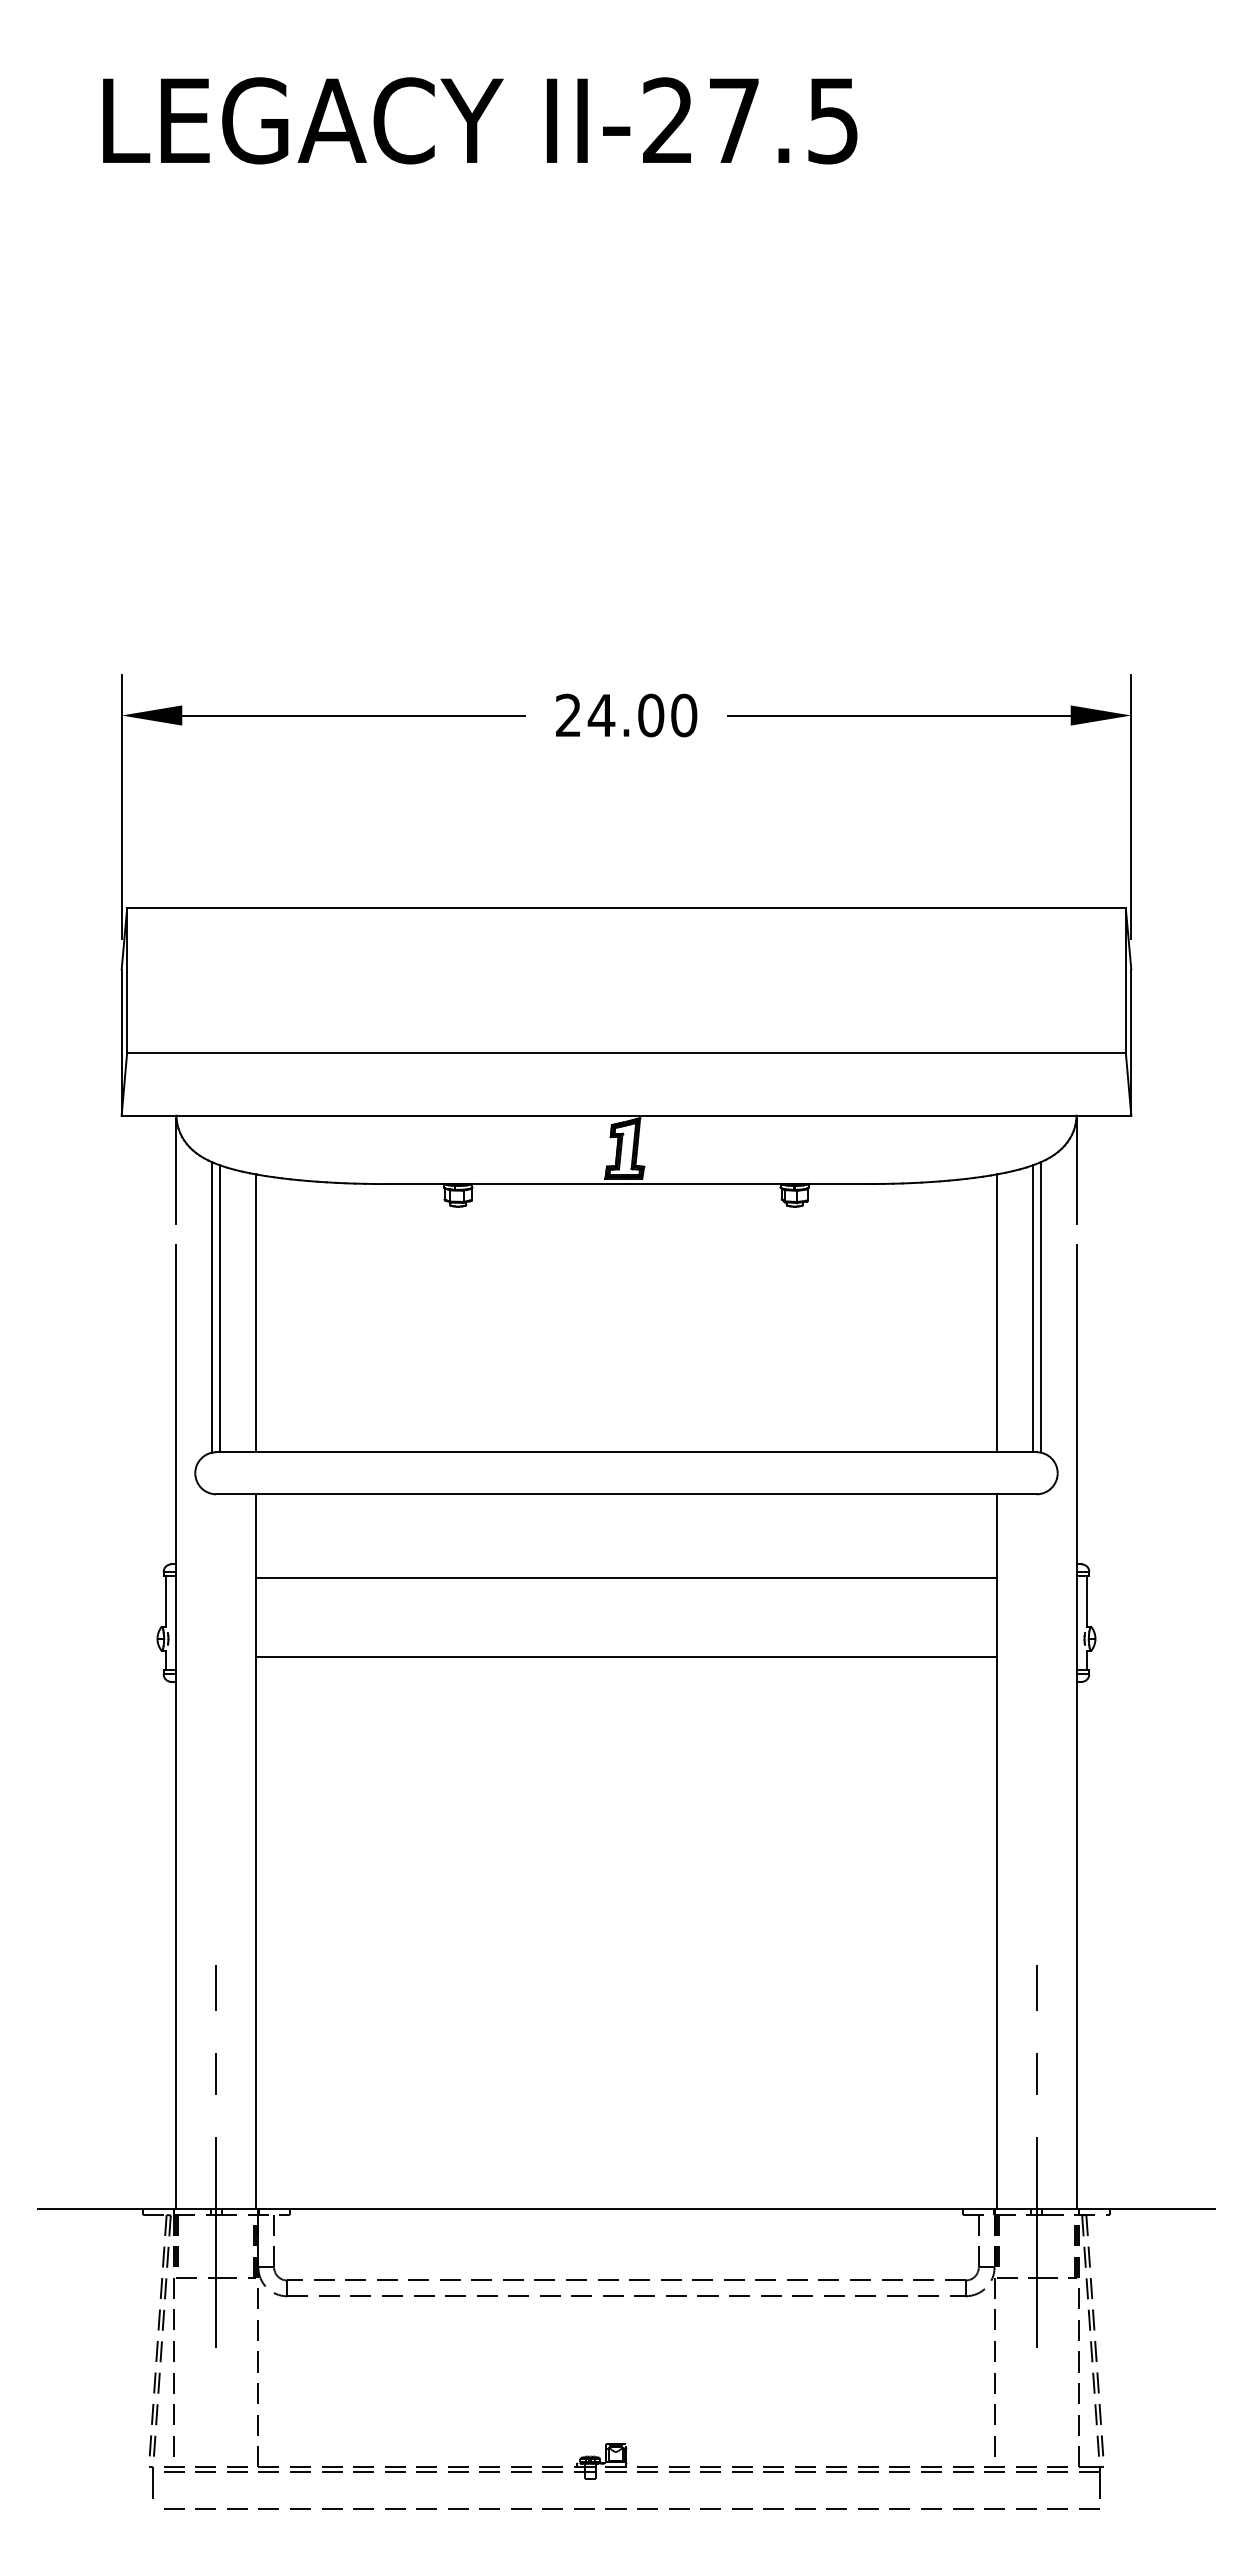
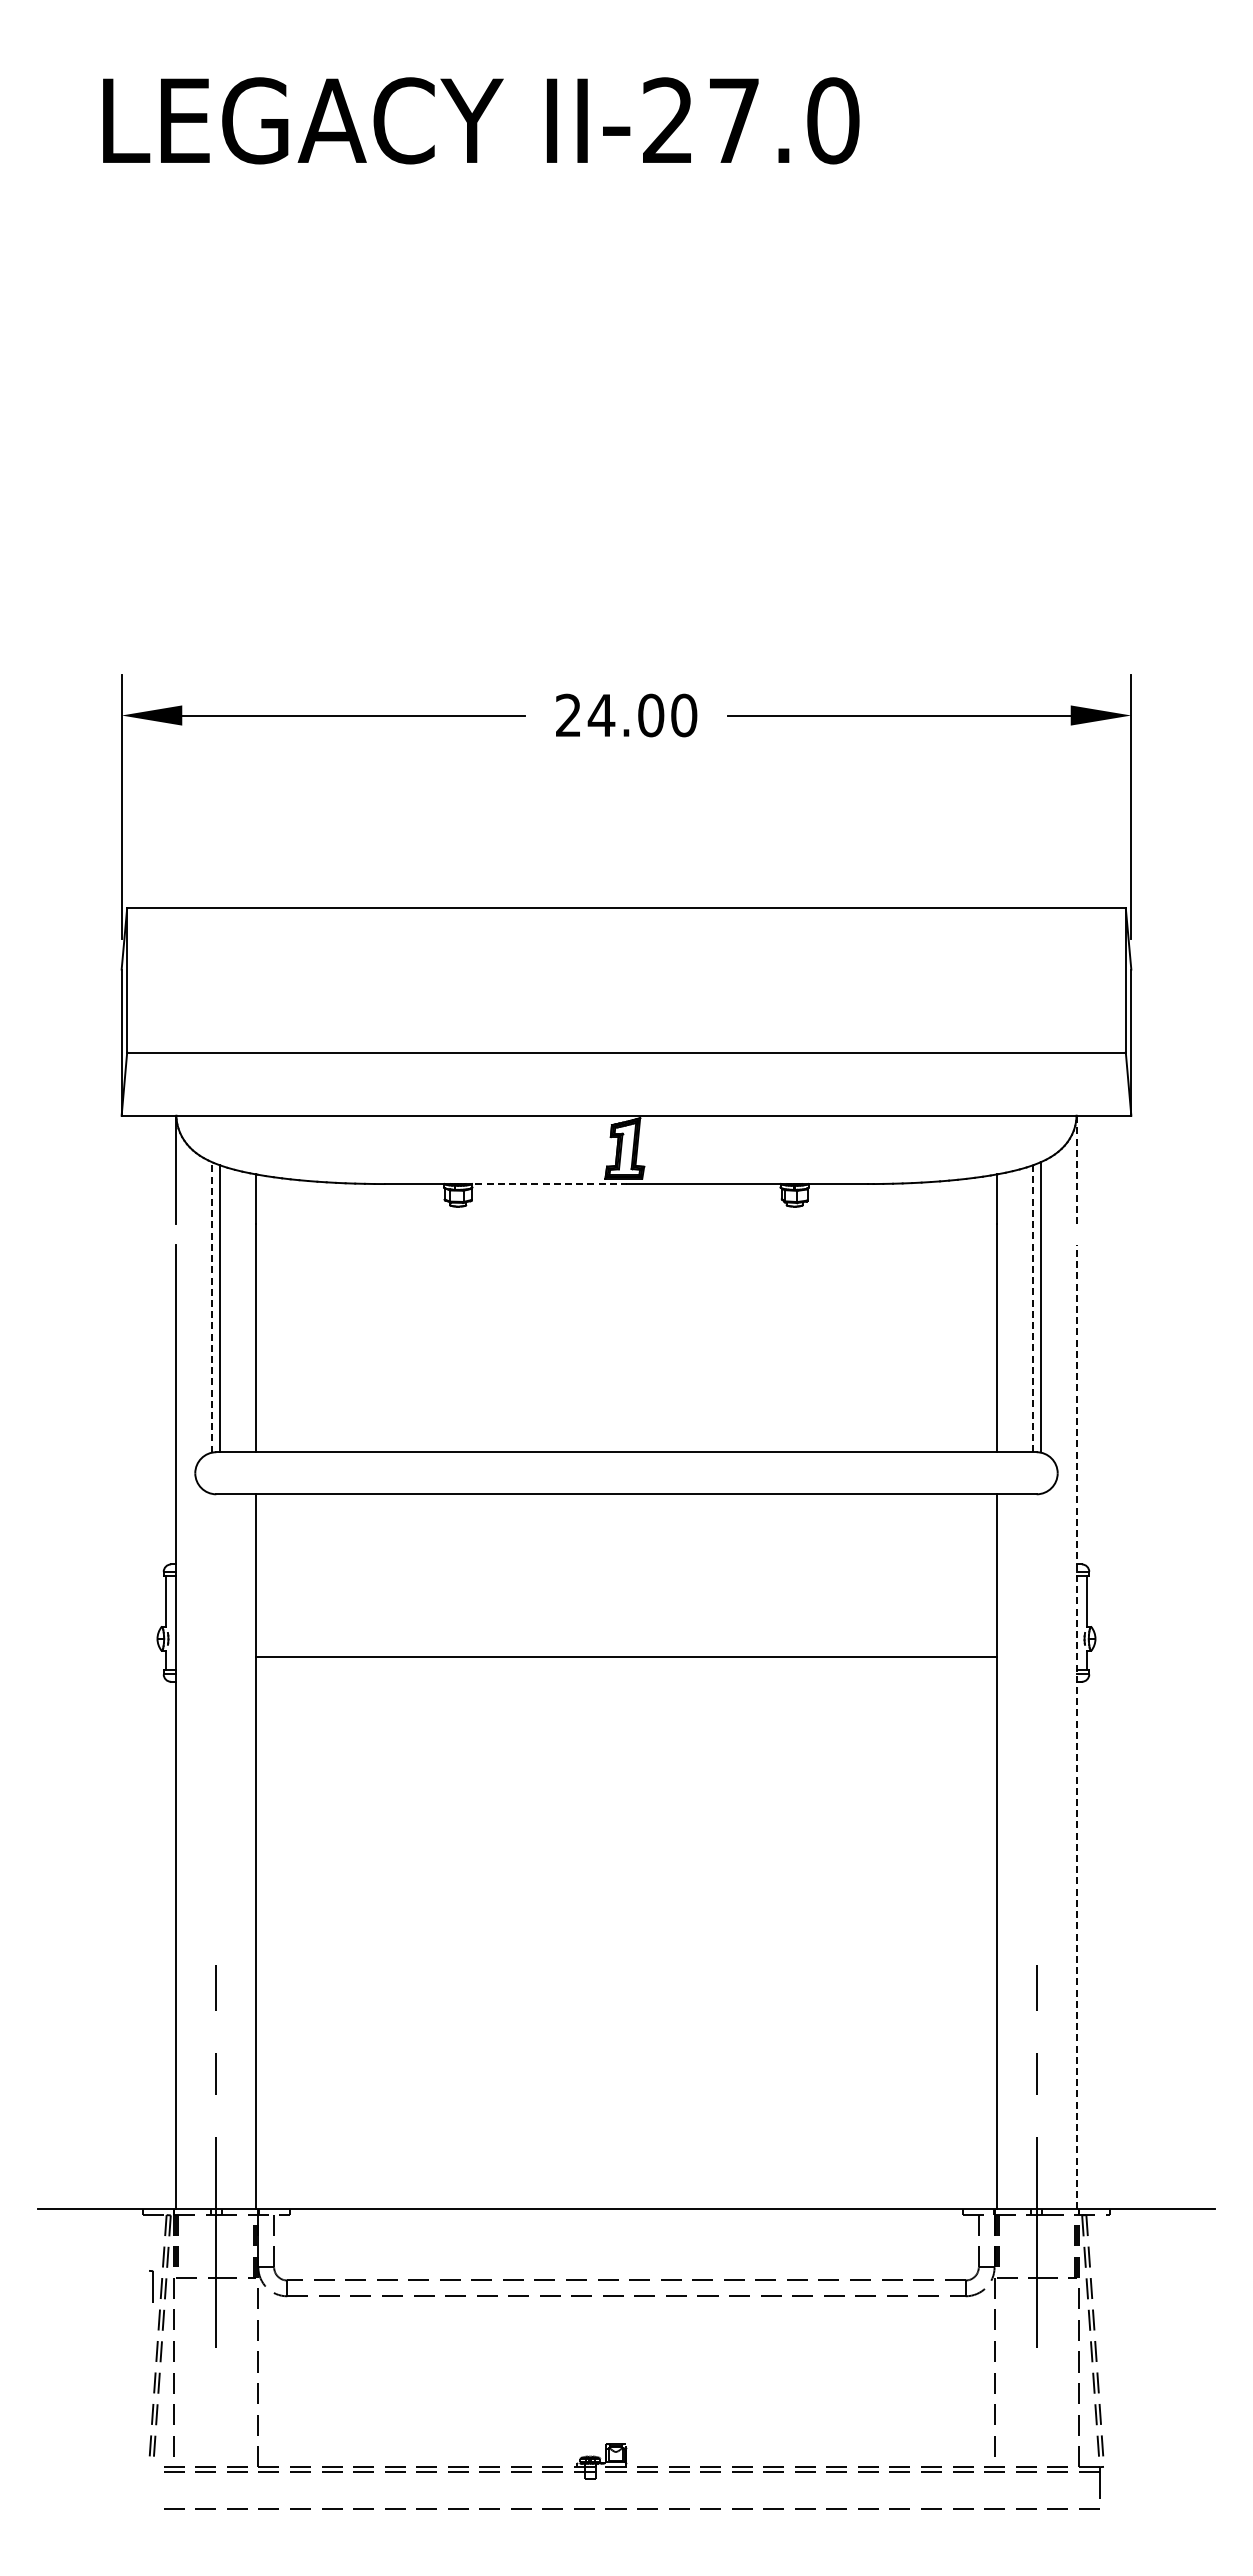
text at (833, 120): II-27.5 -> II-27.0
line at (1076, 1169): solid -> dashed
line at (545, 1184): solid -> dashed
line at (212, 1306): solid -> dashed
line at (1032, 1308): solid -> dashed
line at (626, 1578): present -> none
line at (1076, 1726): solid -> dashed
part at (151, 2482) position: (151, 2482) -> (151, 2286)
